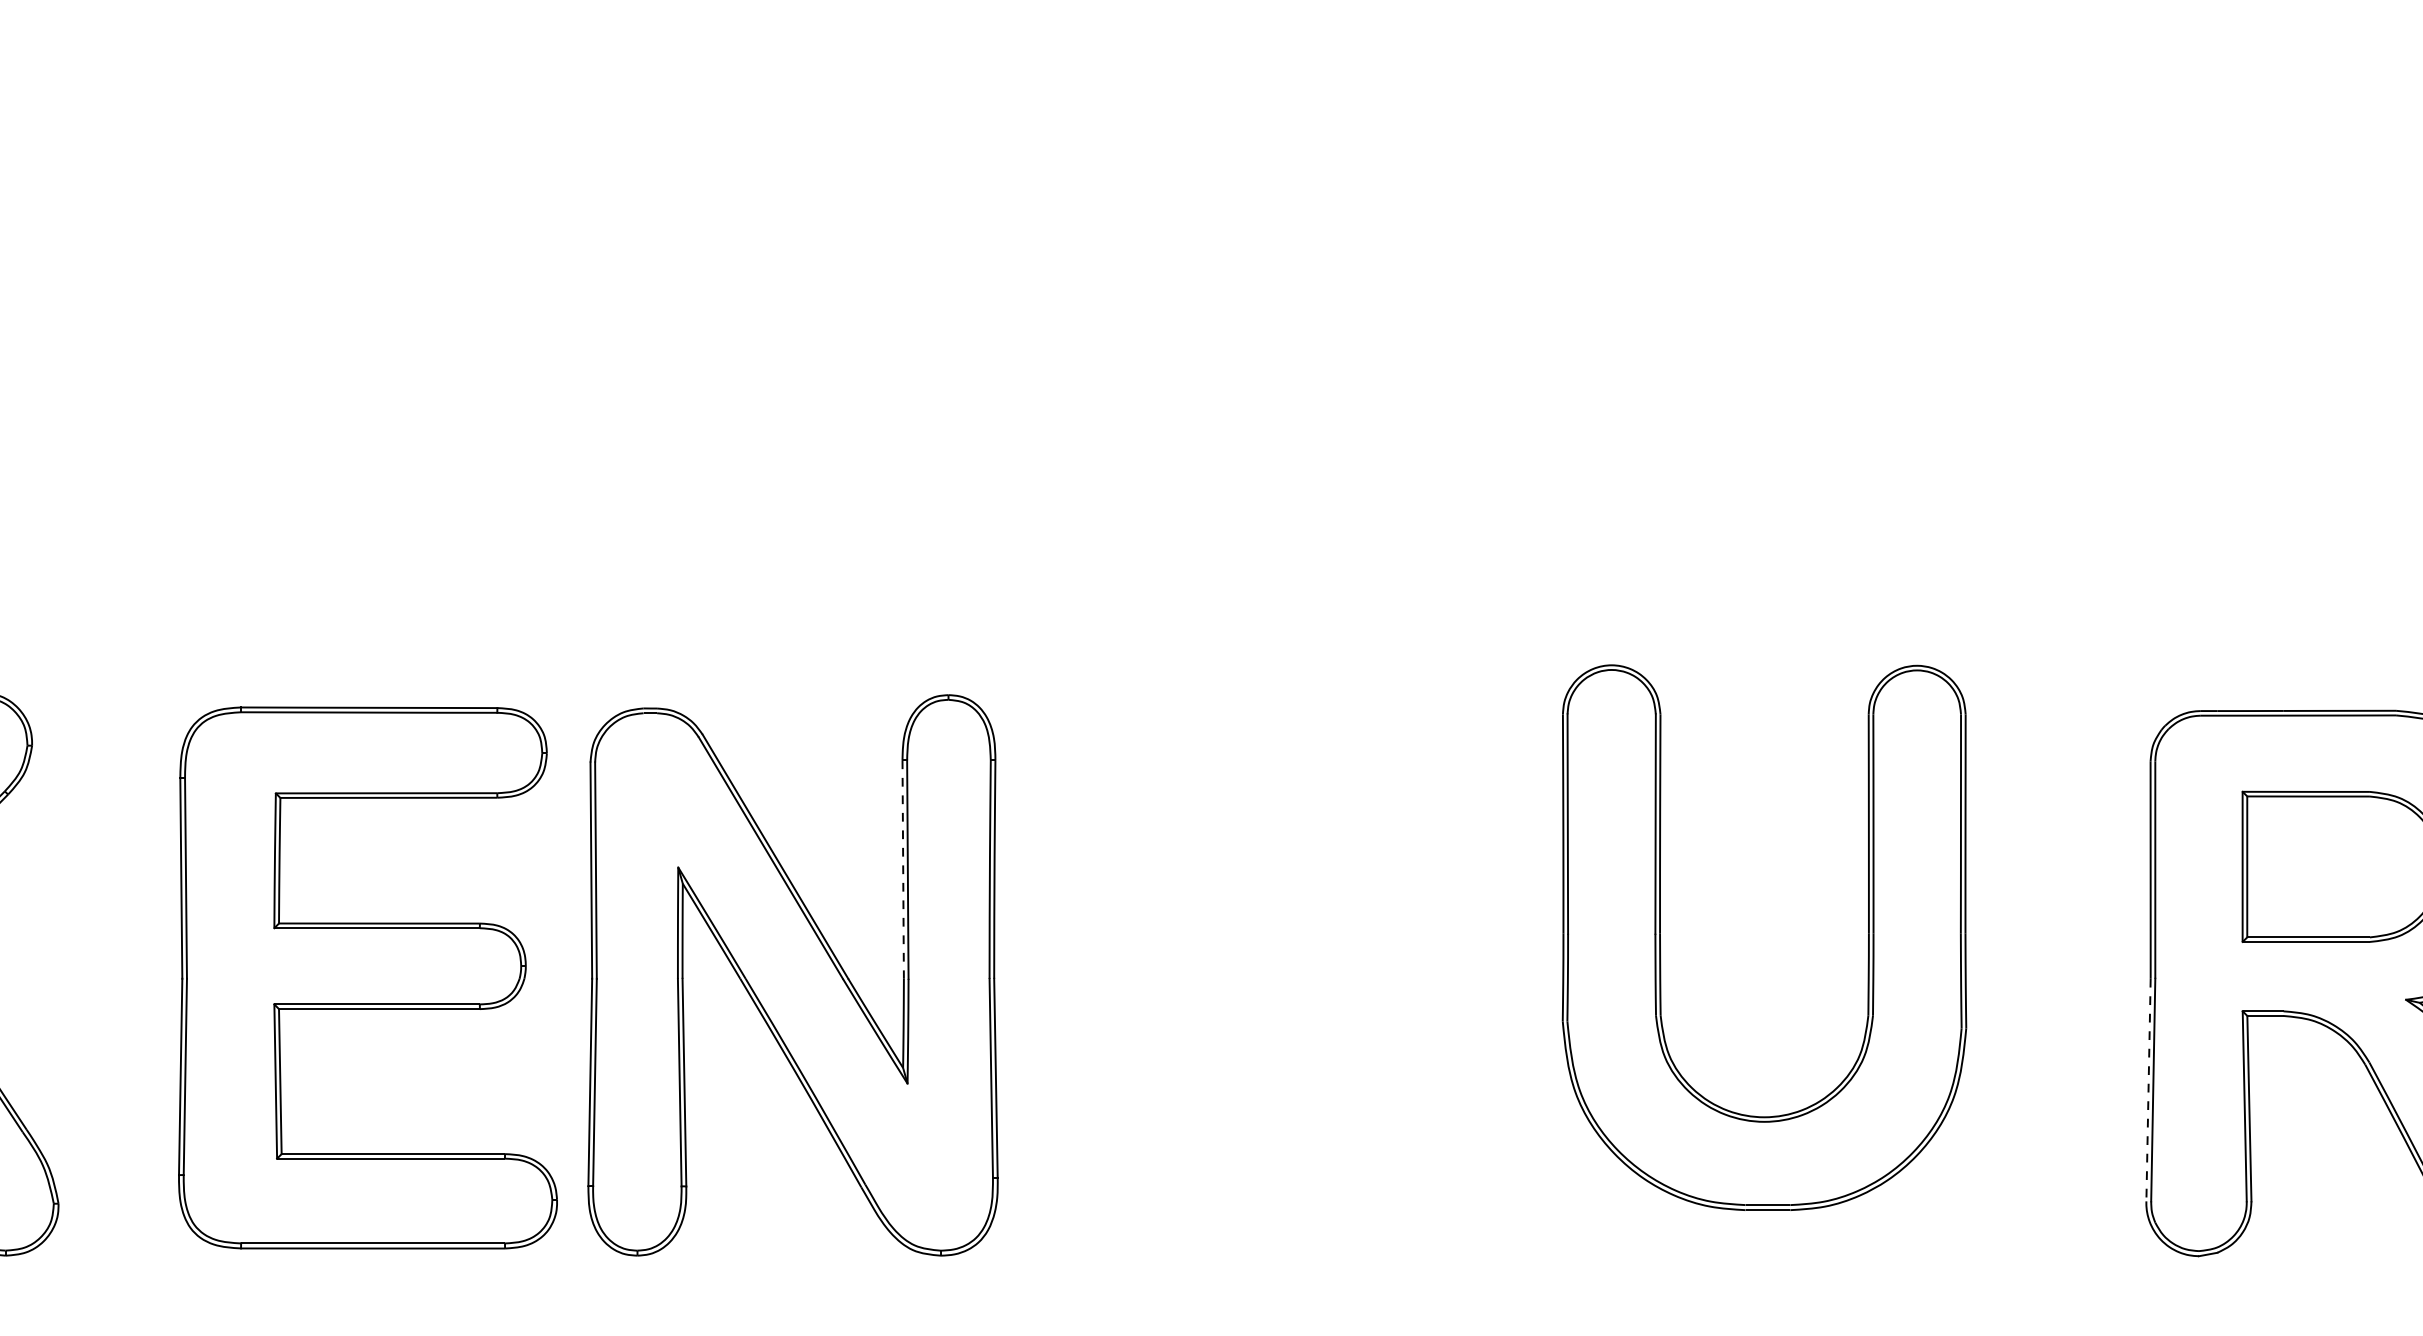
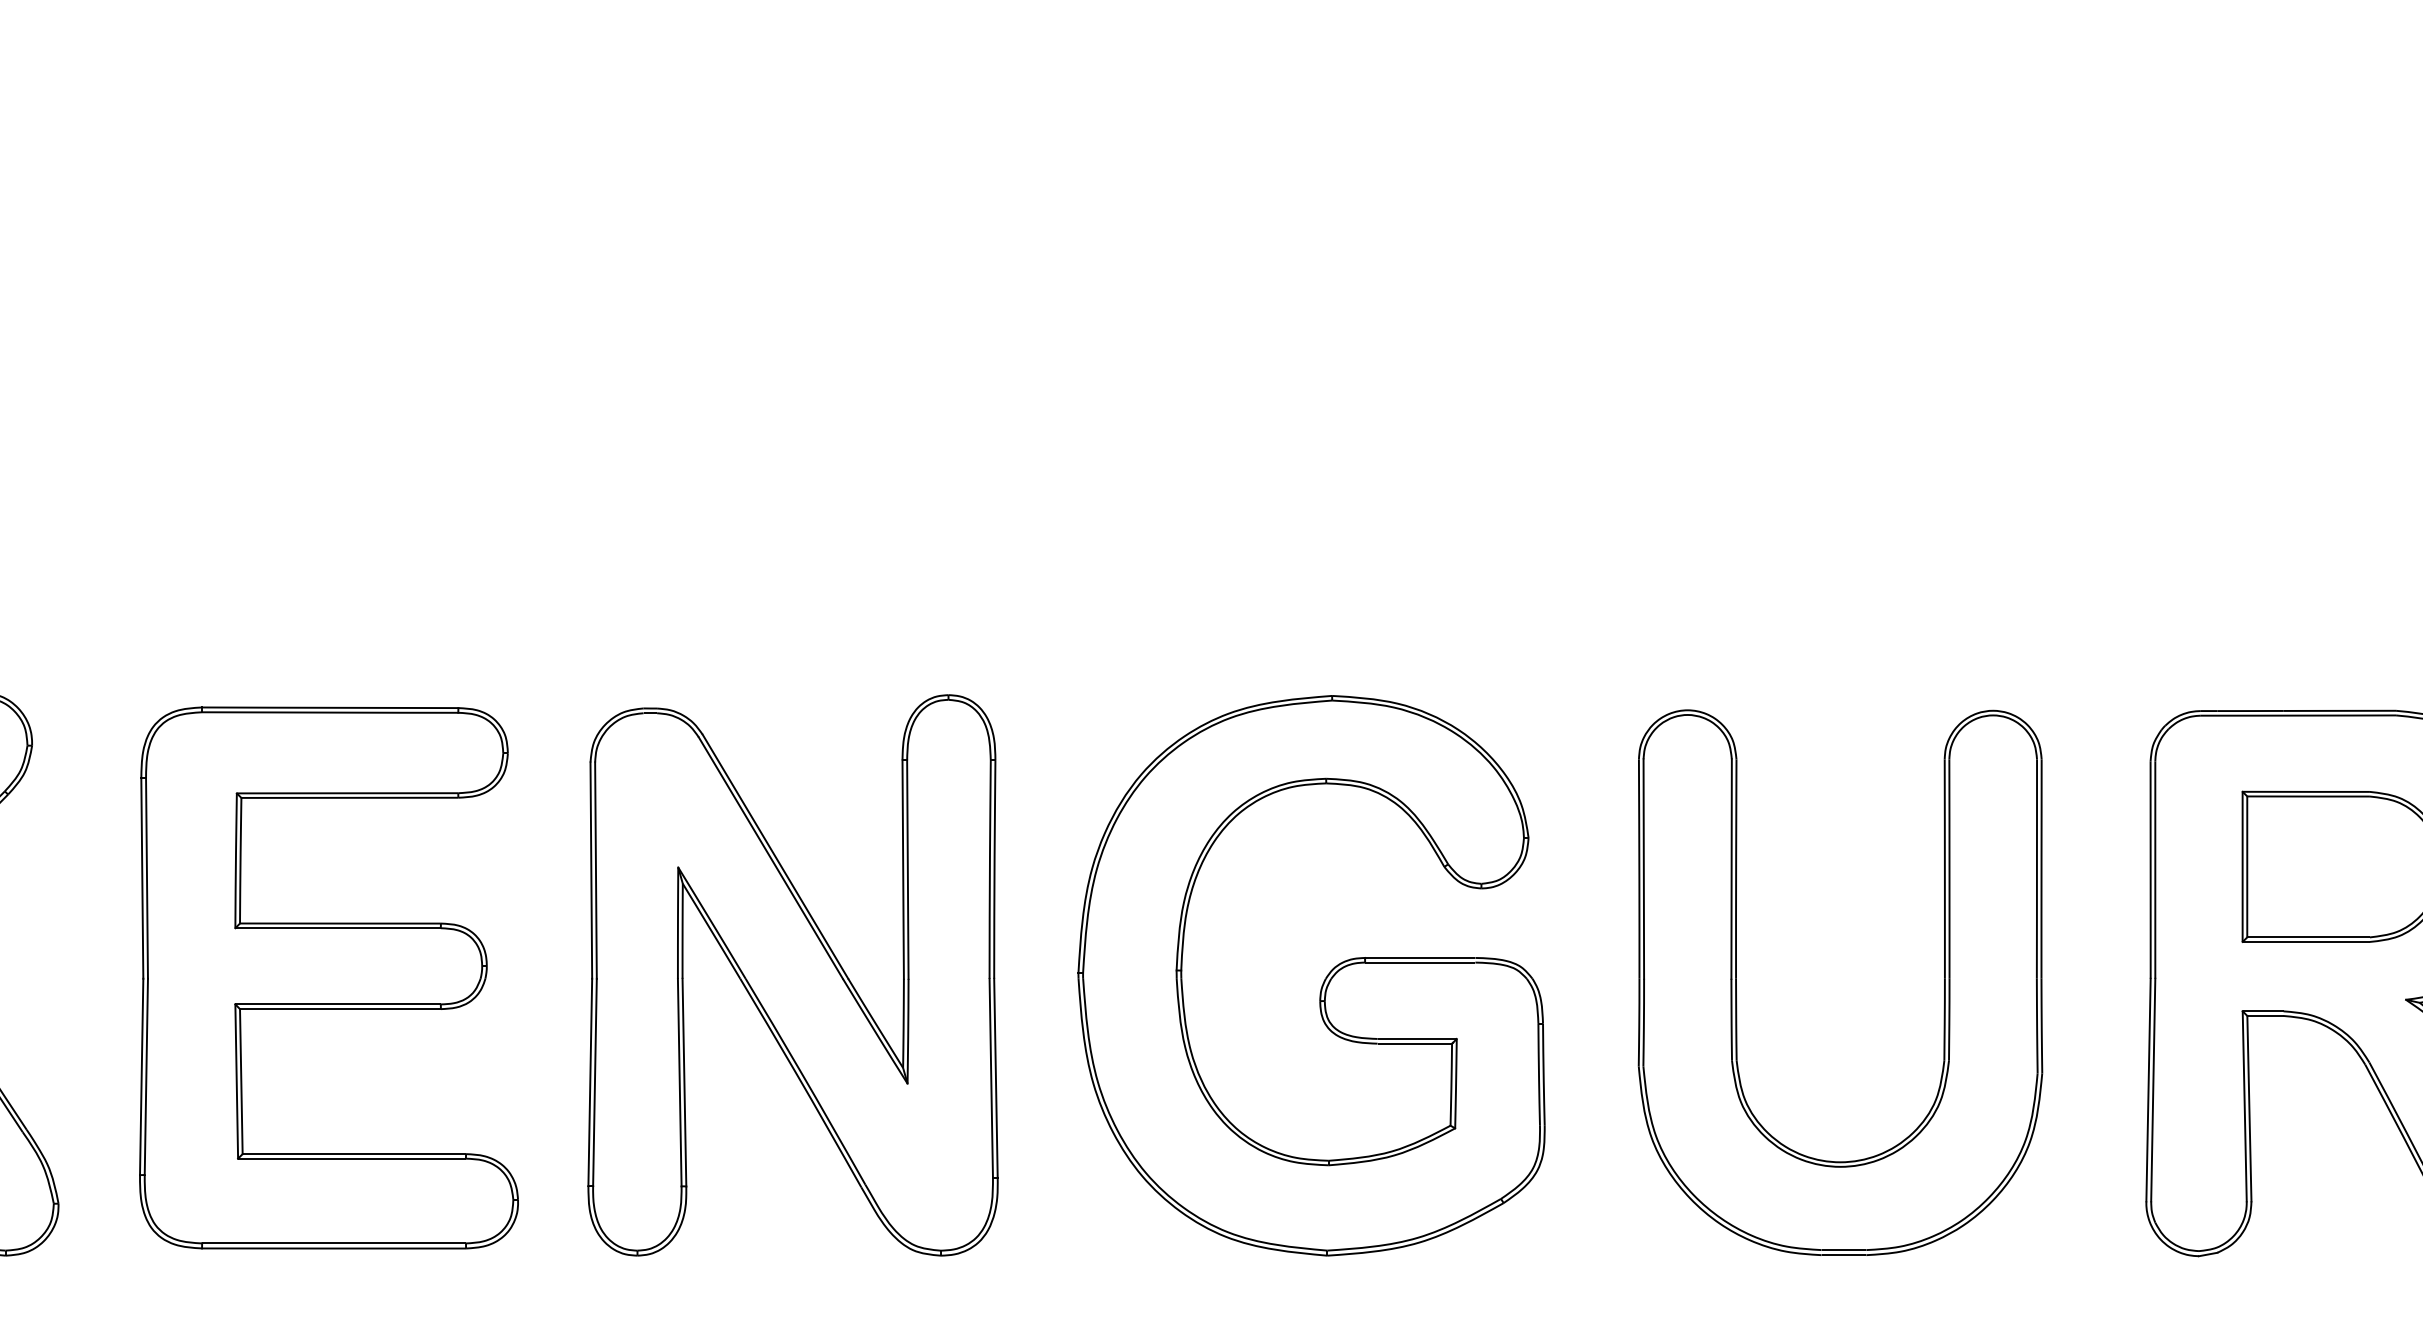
line at (903, 870): dashed -> solid
part at (1660, 937) position: (1660, 937) -> (1736, 982)
part at (367, 977) position: (367, 977) -> (328, 977)
part at (1323, 981): none -> present
line at (2148, 1090): dashed -> solid
